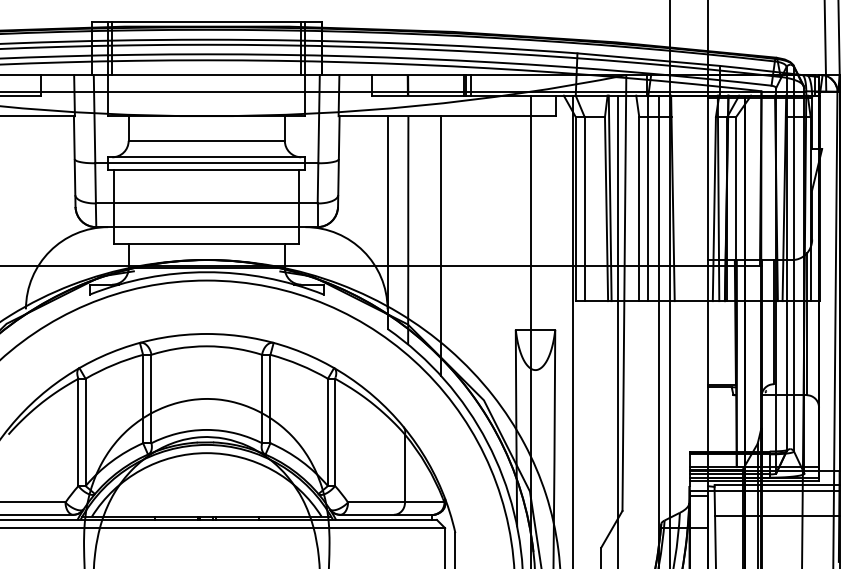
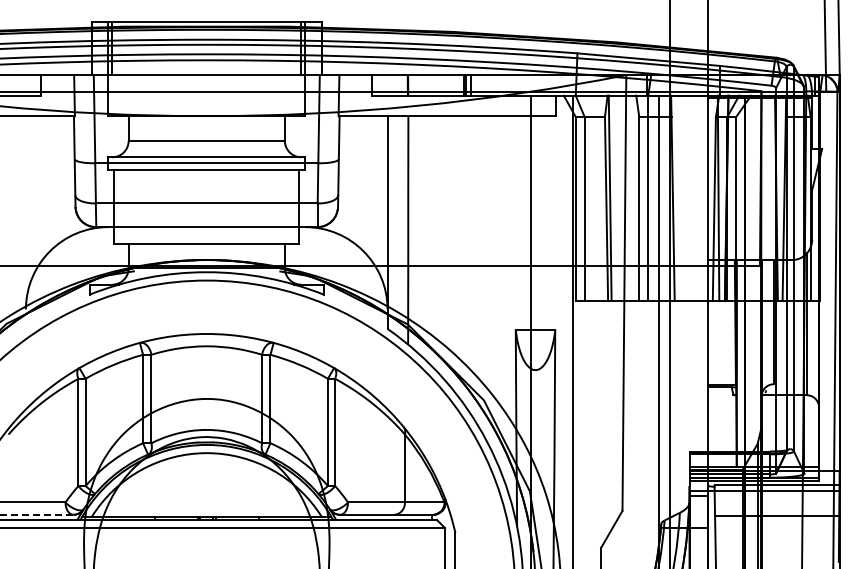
line at (441, 246): present -> none
line at (617, 330): present -> none
line at (36, 514): solid -> dashed
